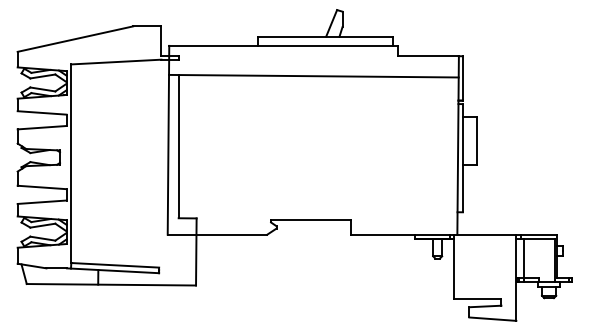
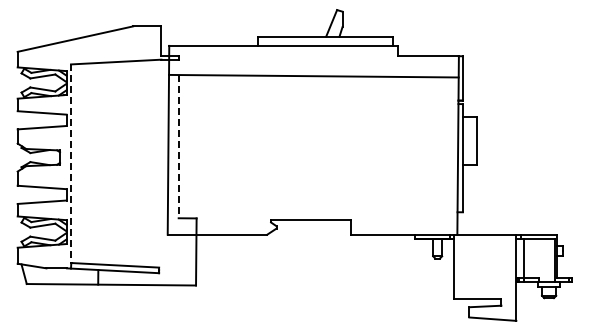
line at (178, 146): solid -> dashed
line at (71, 164): solid -> dashed
